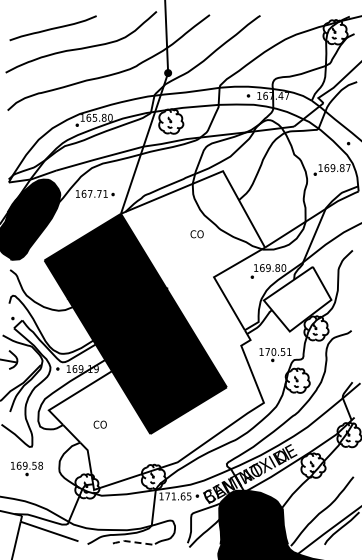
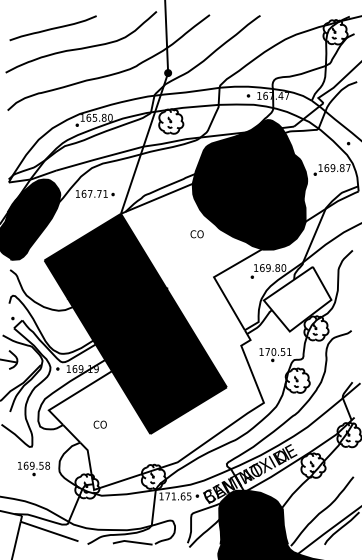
fill at (249, 184): none -> present
part at (26, 468) position: (26, 468) -> (33, 468)
line at (131, 541): dashed -> solid
